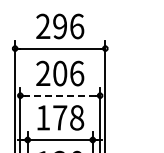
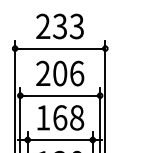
text at (68, 26): 296 -> 233
line at (59, 95): dashed -> solid
text at (60, 117): 178 -> 168
